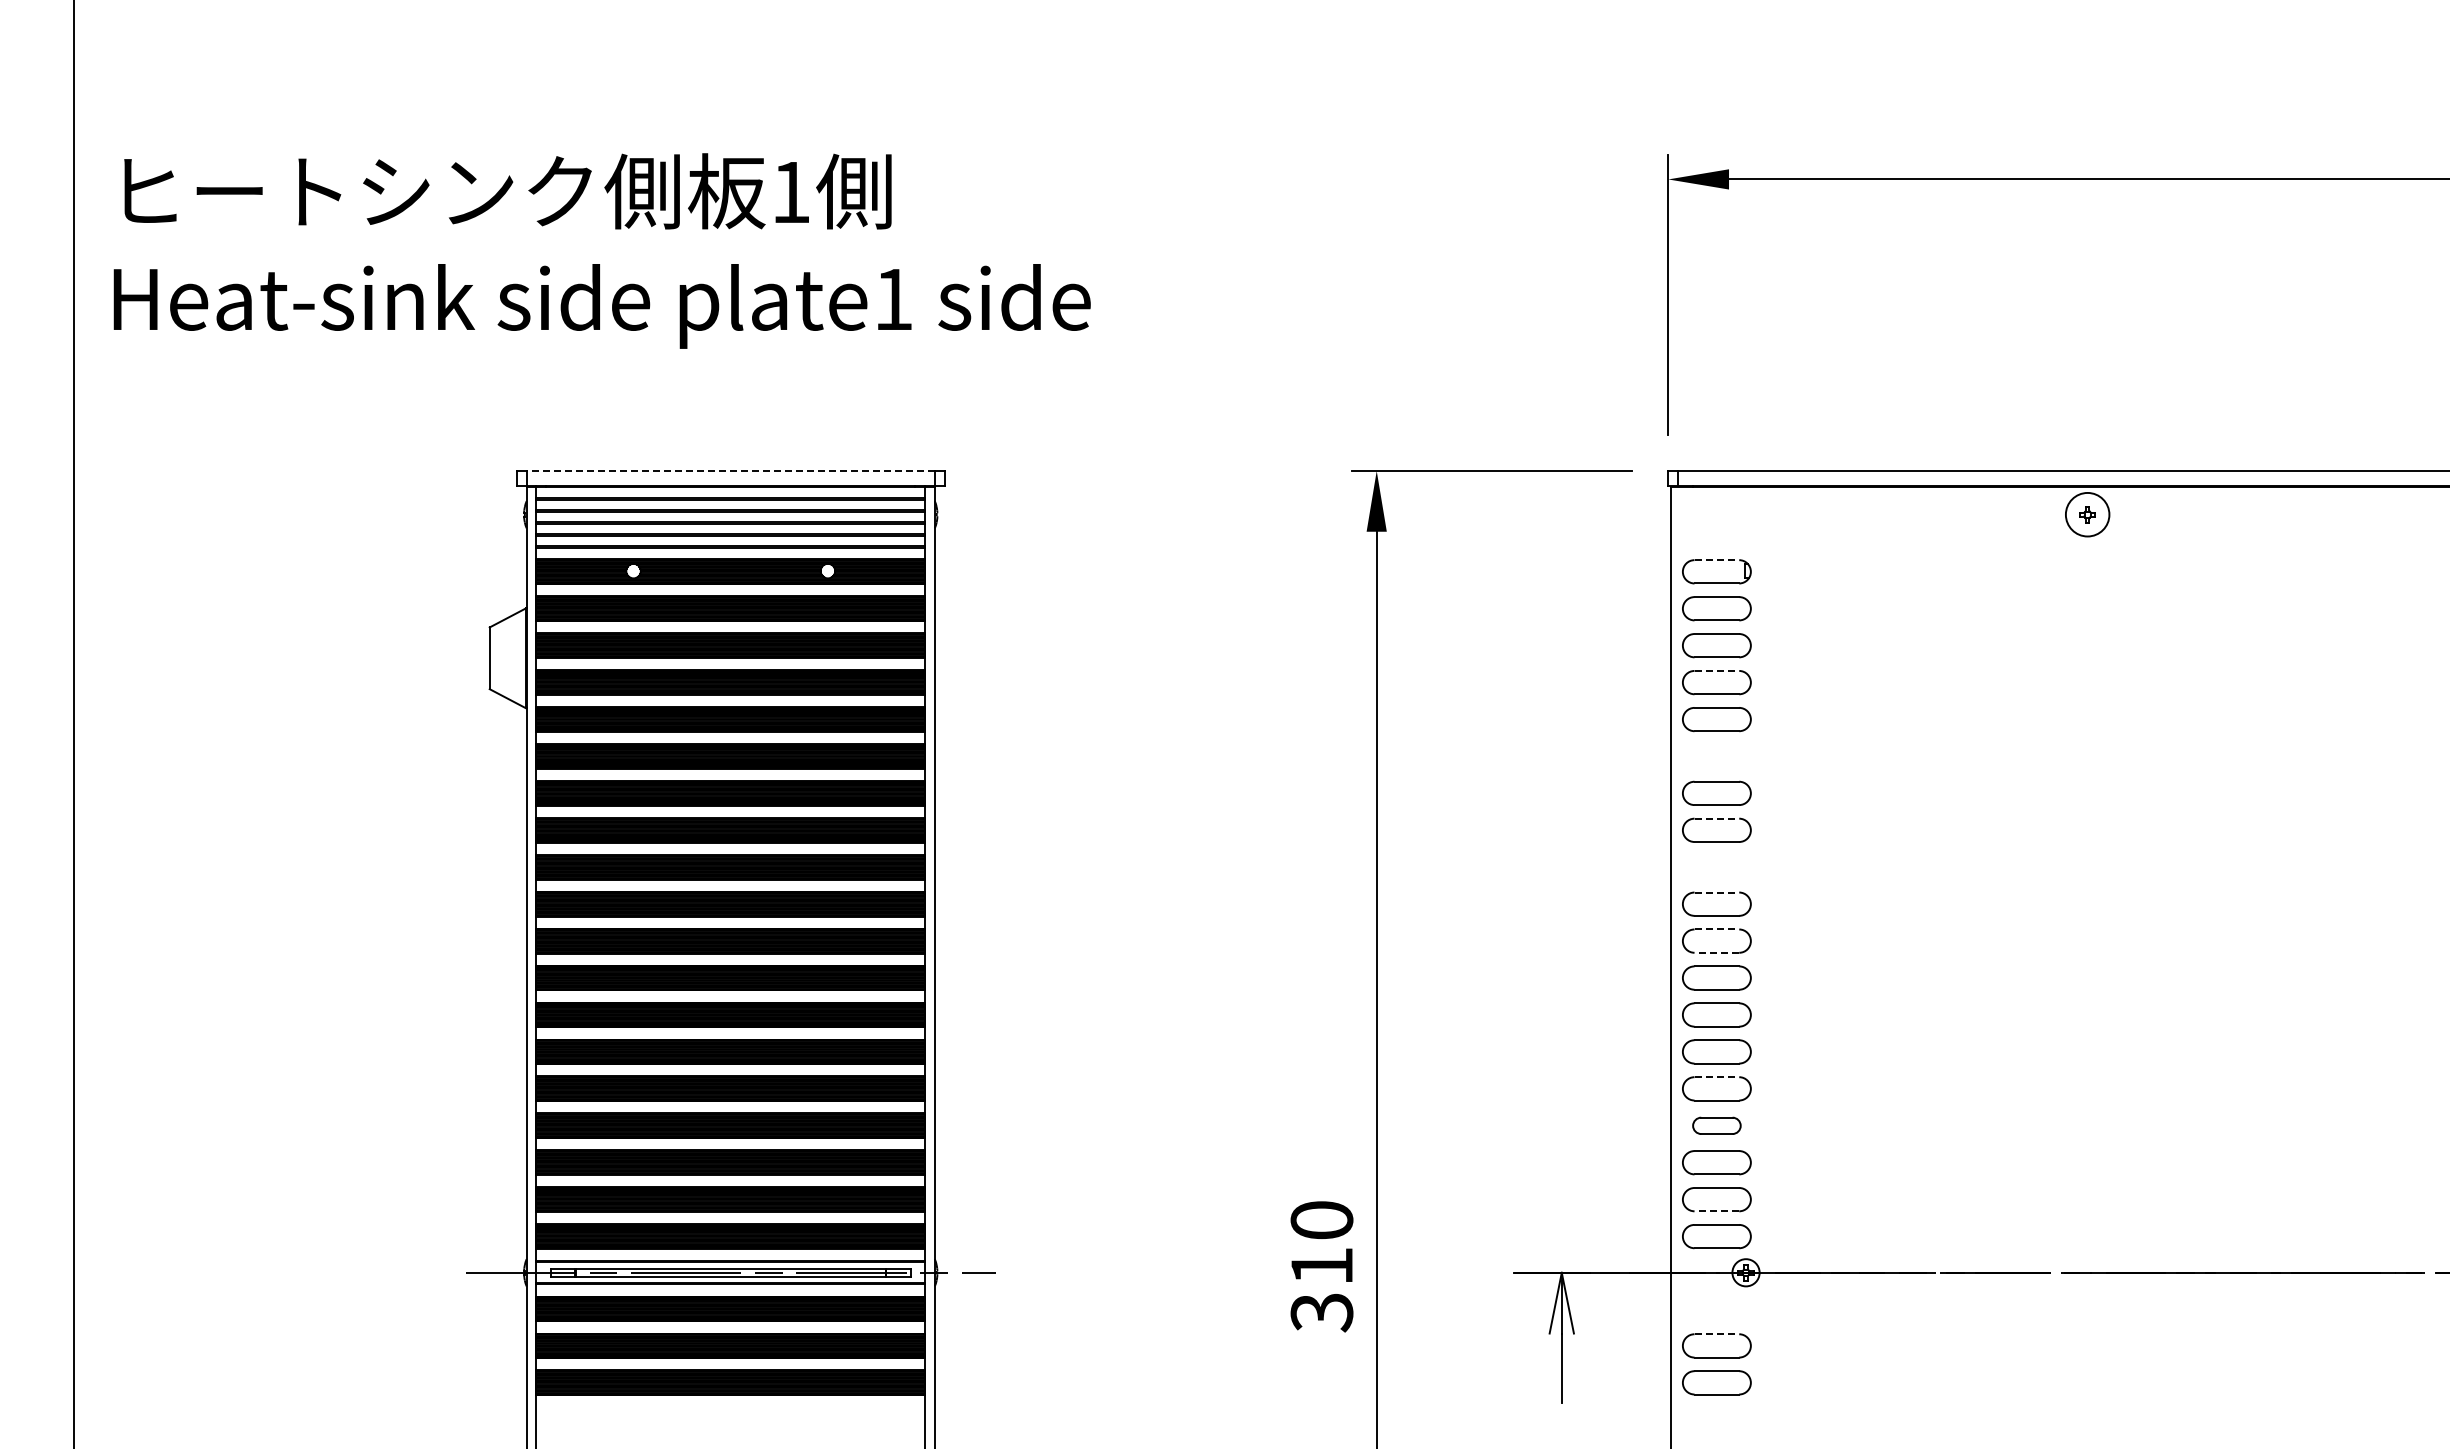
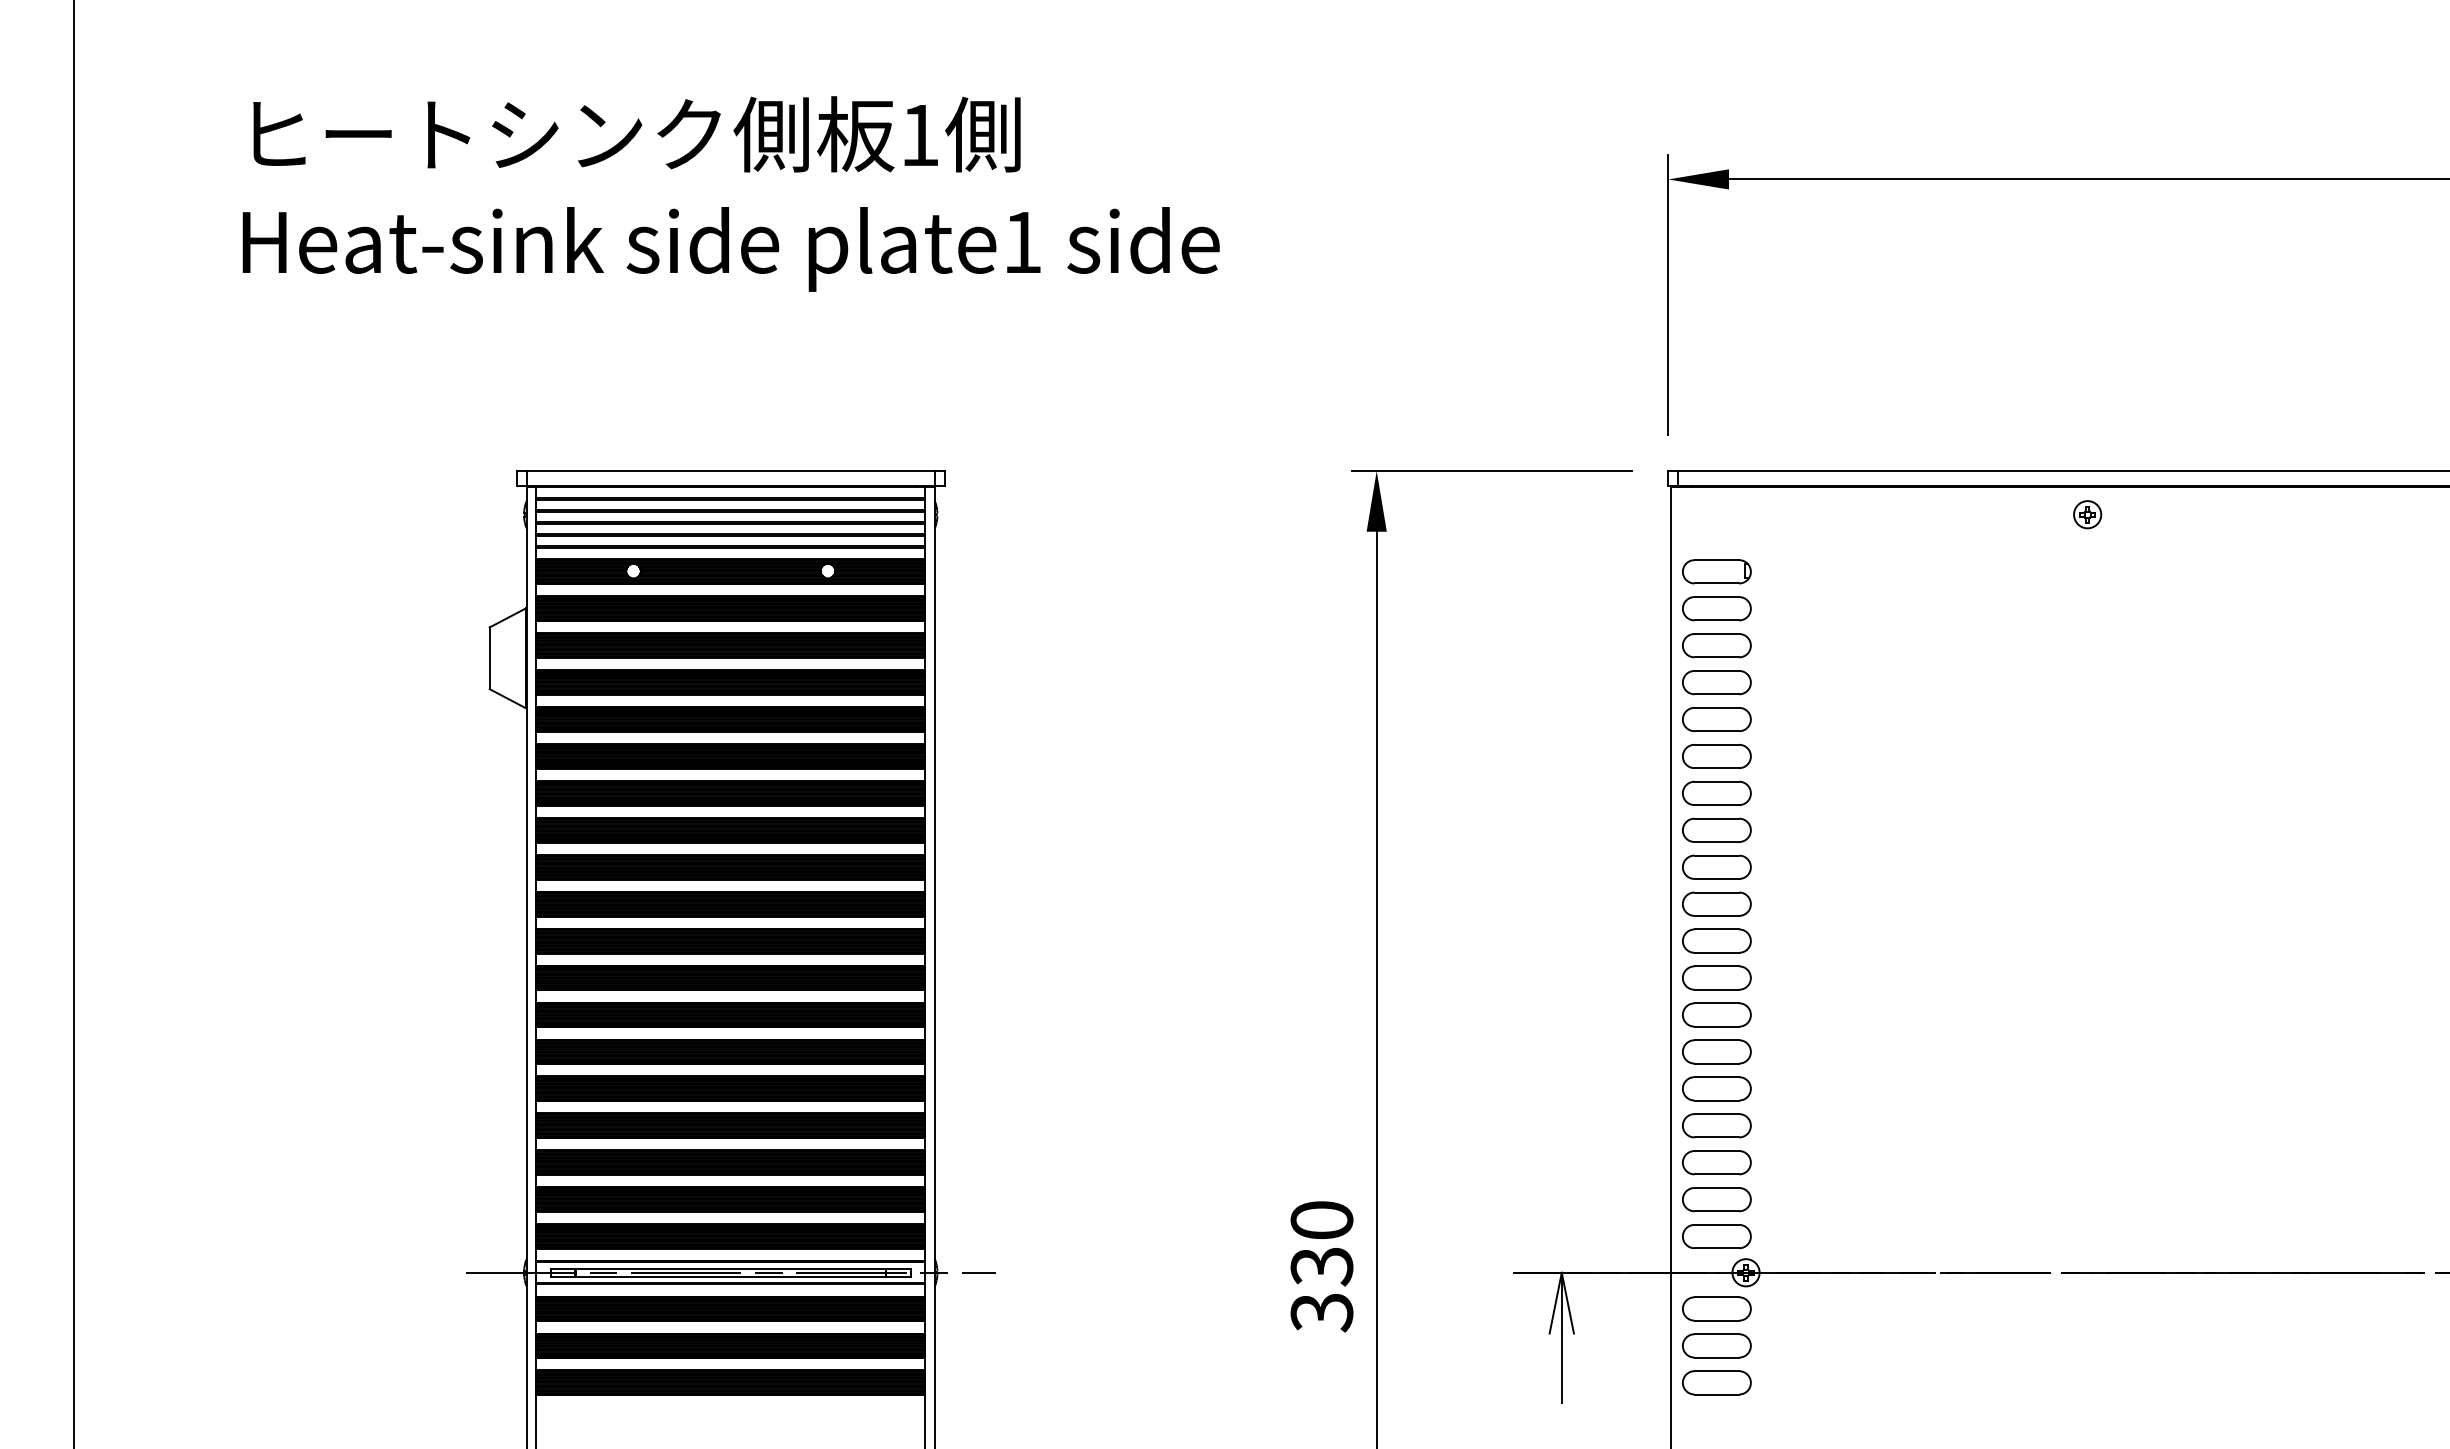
text at (601, 250) position: (601, 250) -> (730, 193)
line at (730, 470): dashed -> solid
circle at (2087, 514) diameter: 44 px -> 27 px
line at (1717, 560): dashed -> solid
line at (1717, 670): dashed -> solid
part at (1716, 756): none -> present
line at (1717, 818): dashed -> solid
part at (1716, 866): none -> present
line at (1717, 892): dashed -> solid
line at (1717, 929): dashed -> solid
line at (1716, 952): dashed -> solid
line at (1717, 1077): dashed -> solid
part at (1716, 1125) size: 50x19 px -> 70x26 px
line at (1716, 1211): dashed -> solid
text at (1321, 1267): 310 -> 330
part at (1716, 1308): none -> present
line at (1717, 1334): dashed -> solid
